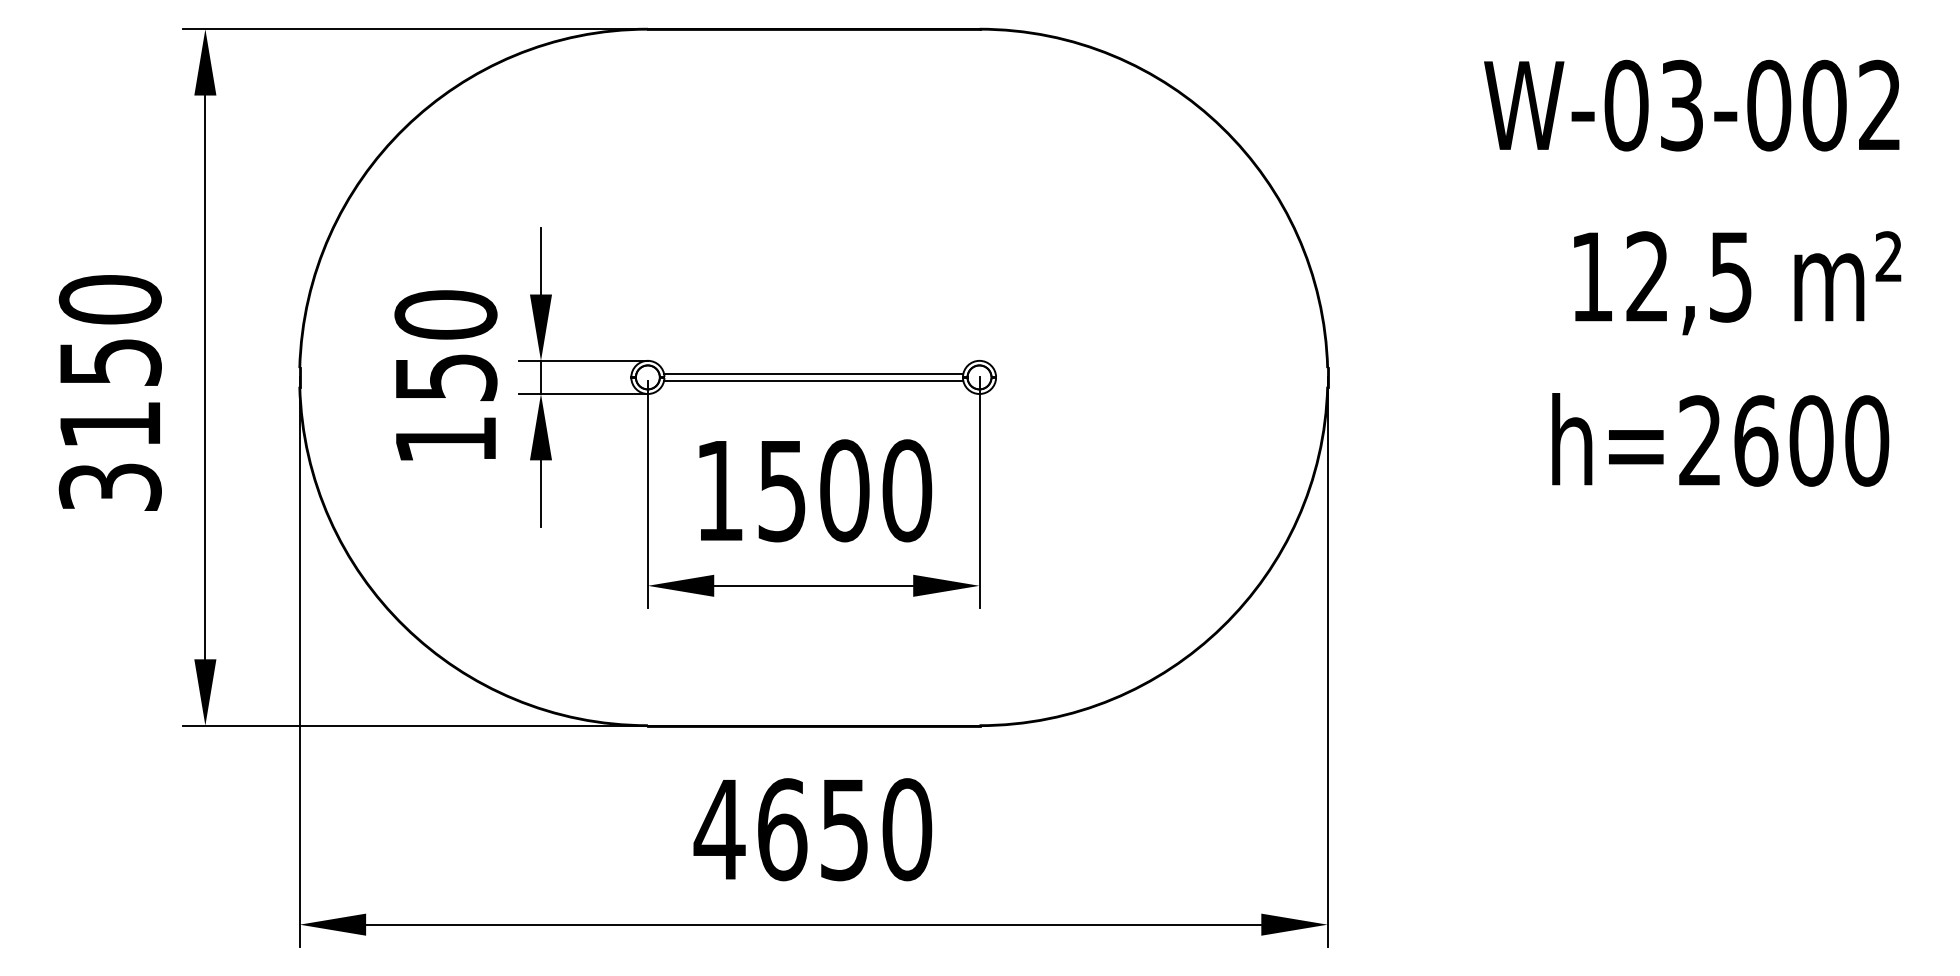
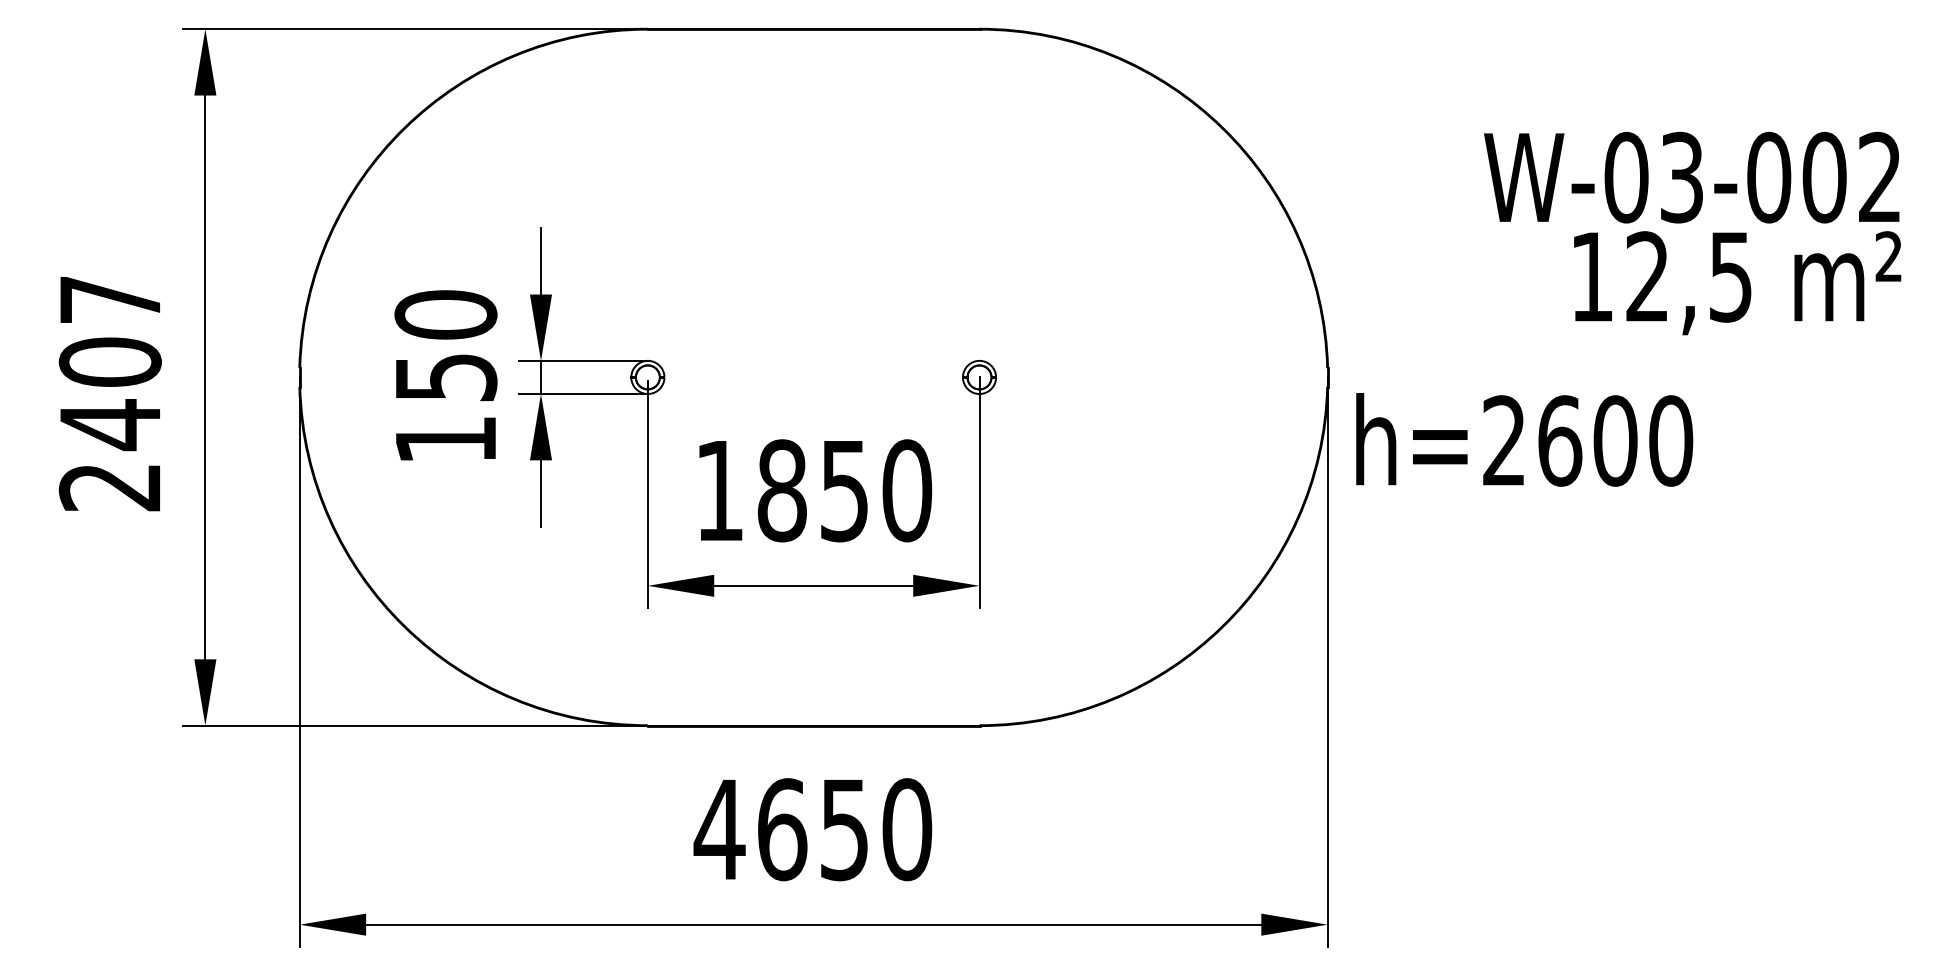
text at (1691, 105) position: (1691, 105) -> (1691, 177)
line at (813, 373): present -> none
line at (813, 380): present -> none
text at (109, 393): 3150 -> 2407
text at (1720, 439) position: (1720, 439) -> (1524, 439)
text at (813, 490): 1500 -> 1850
